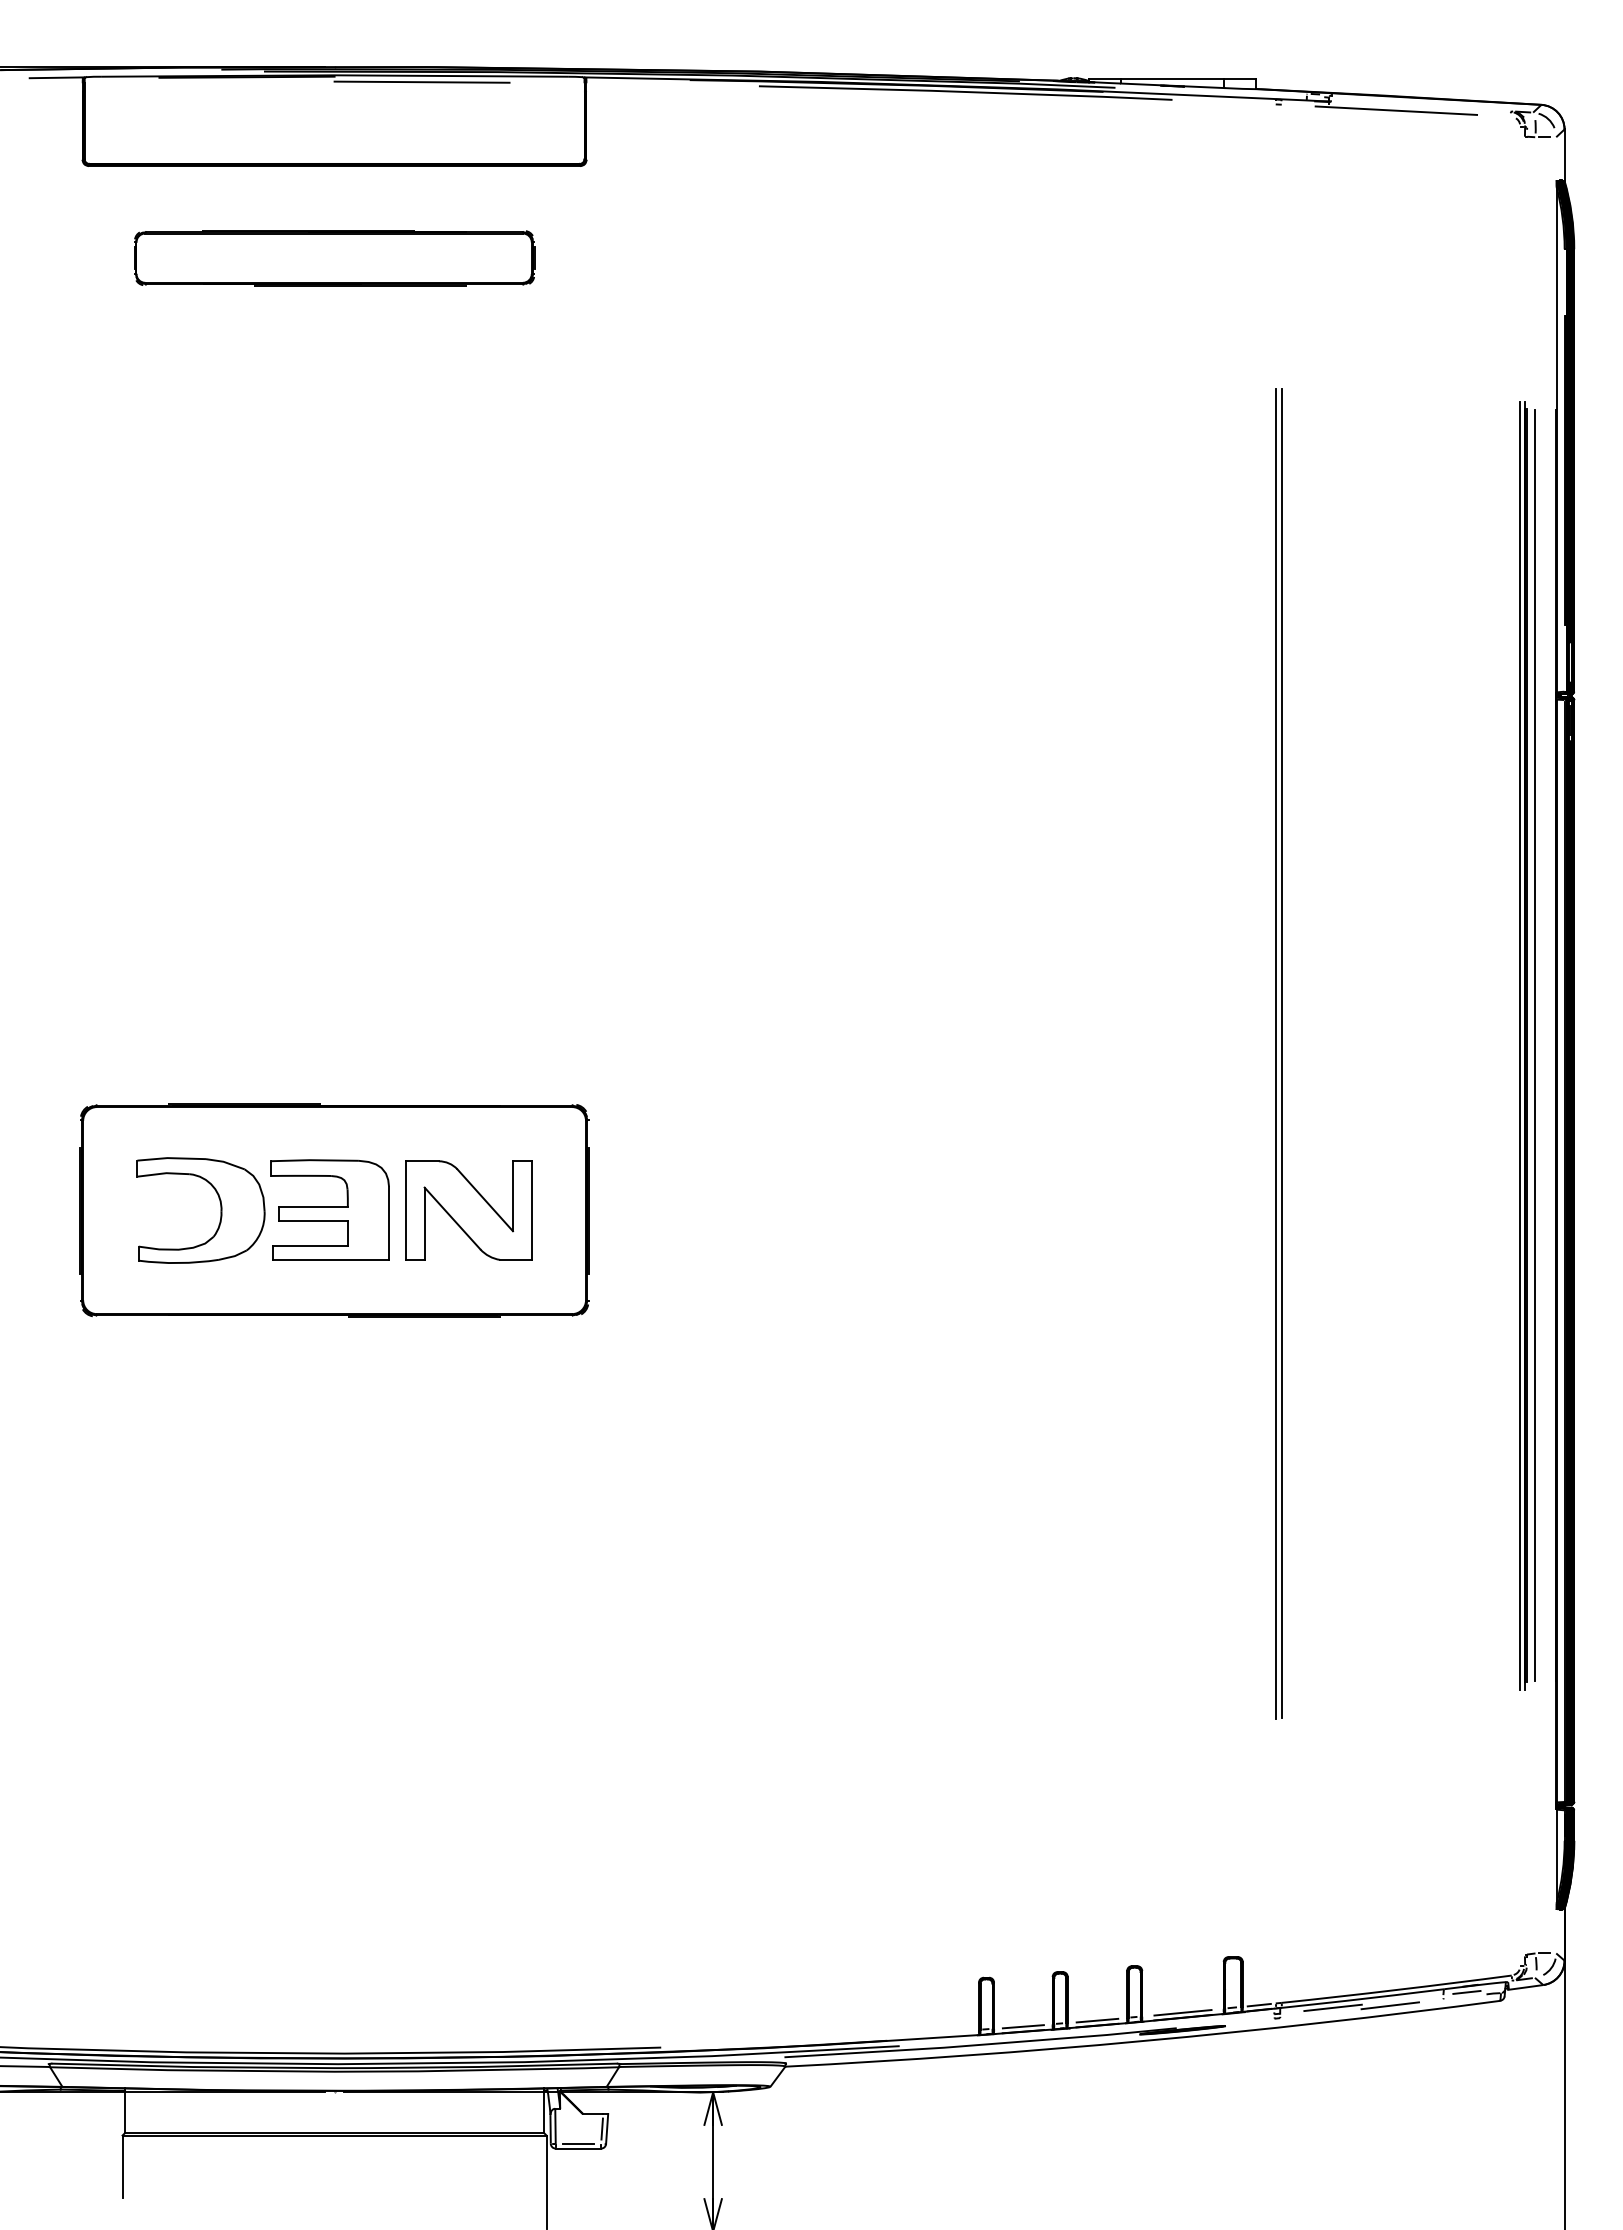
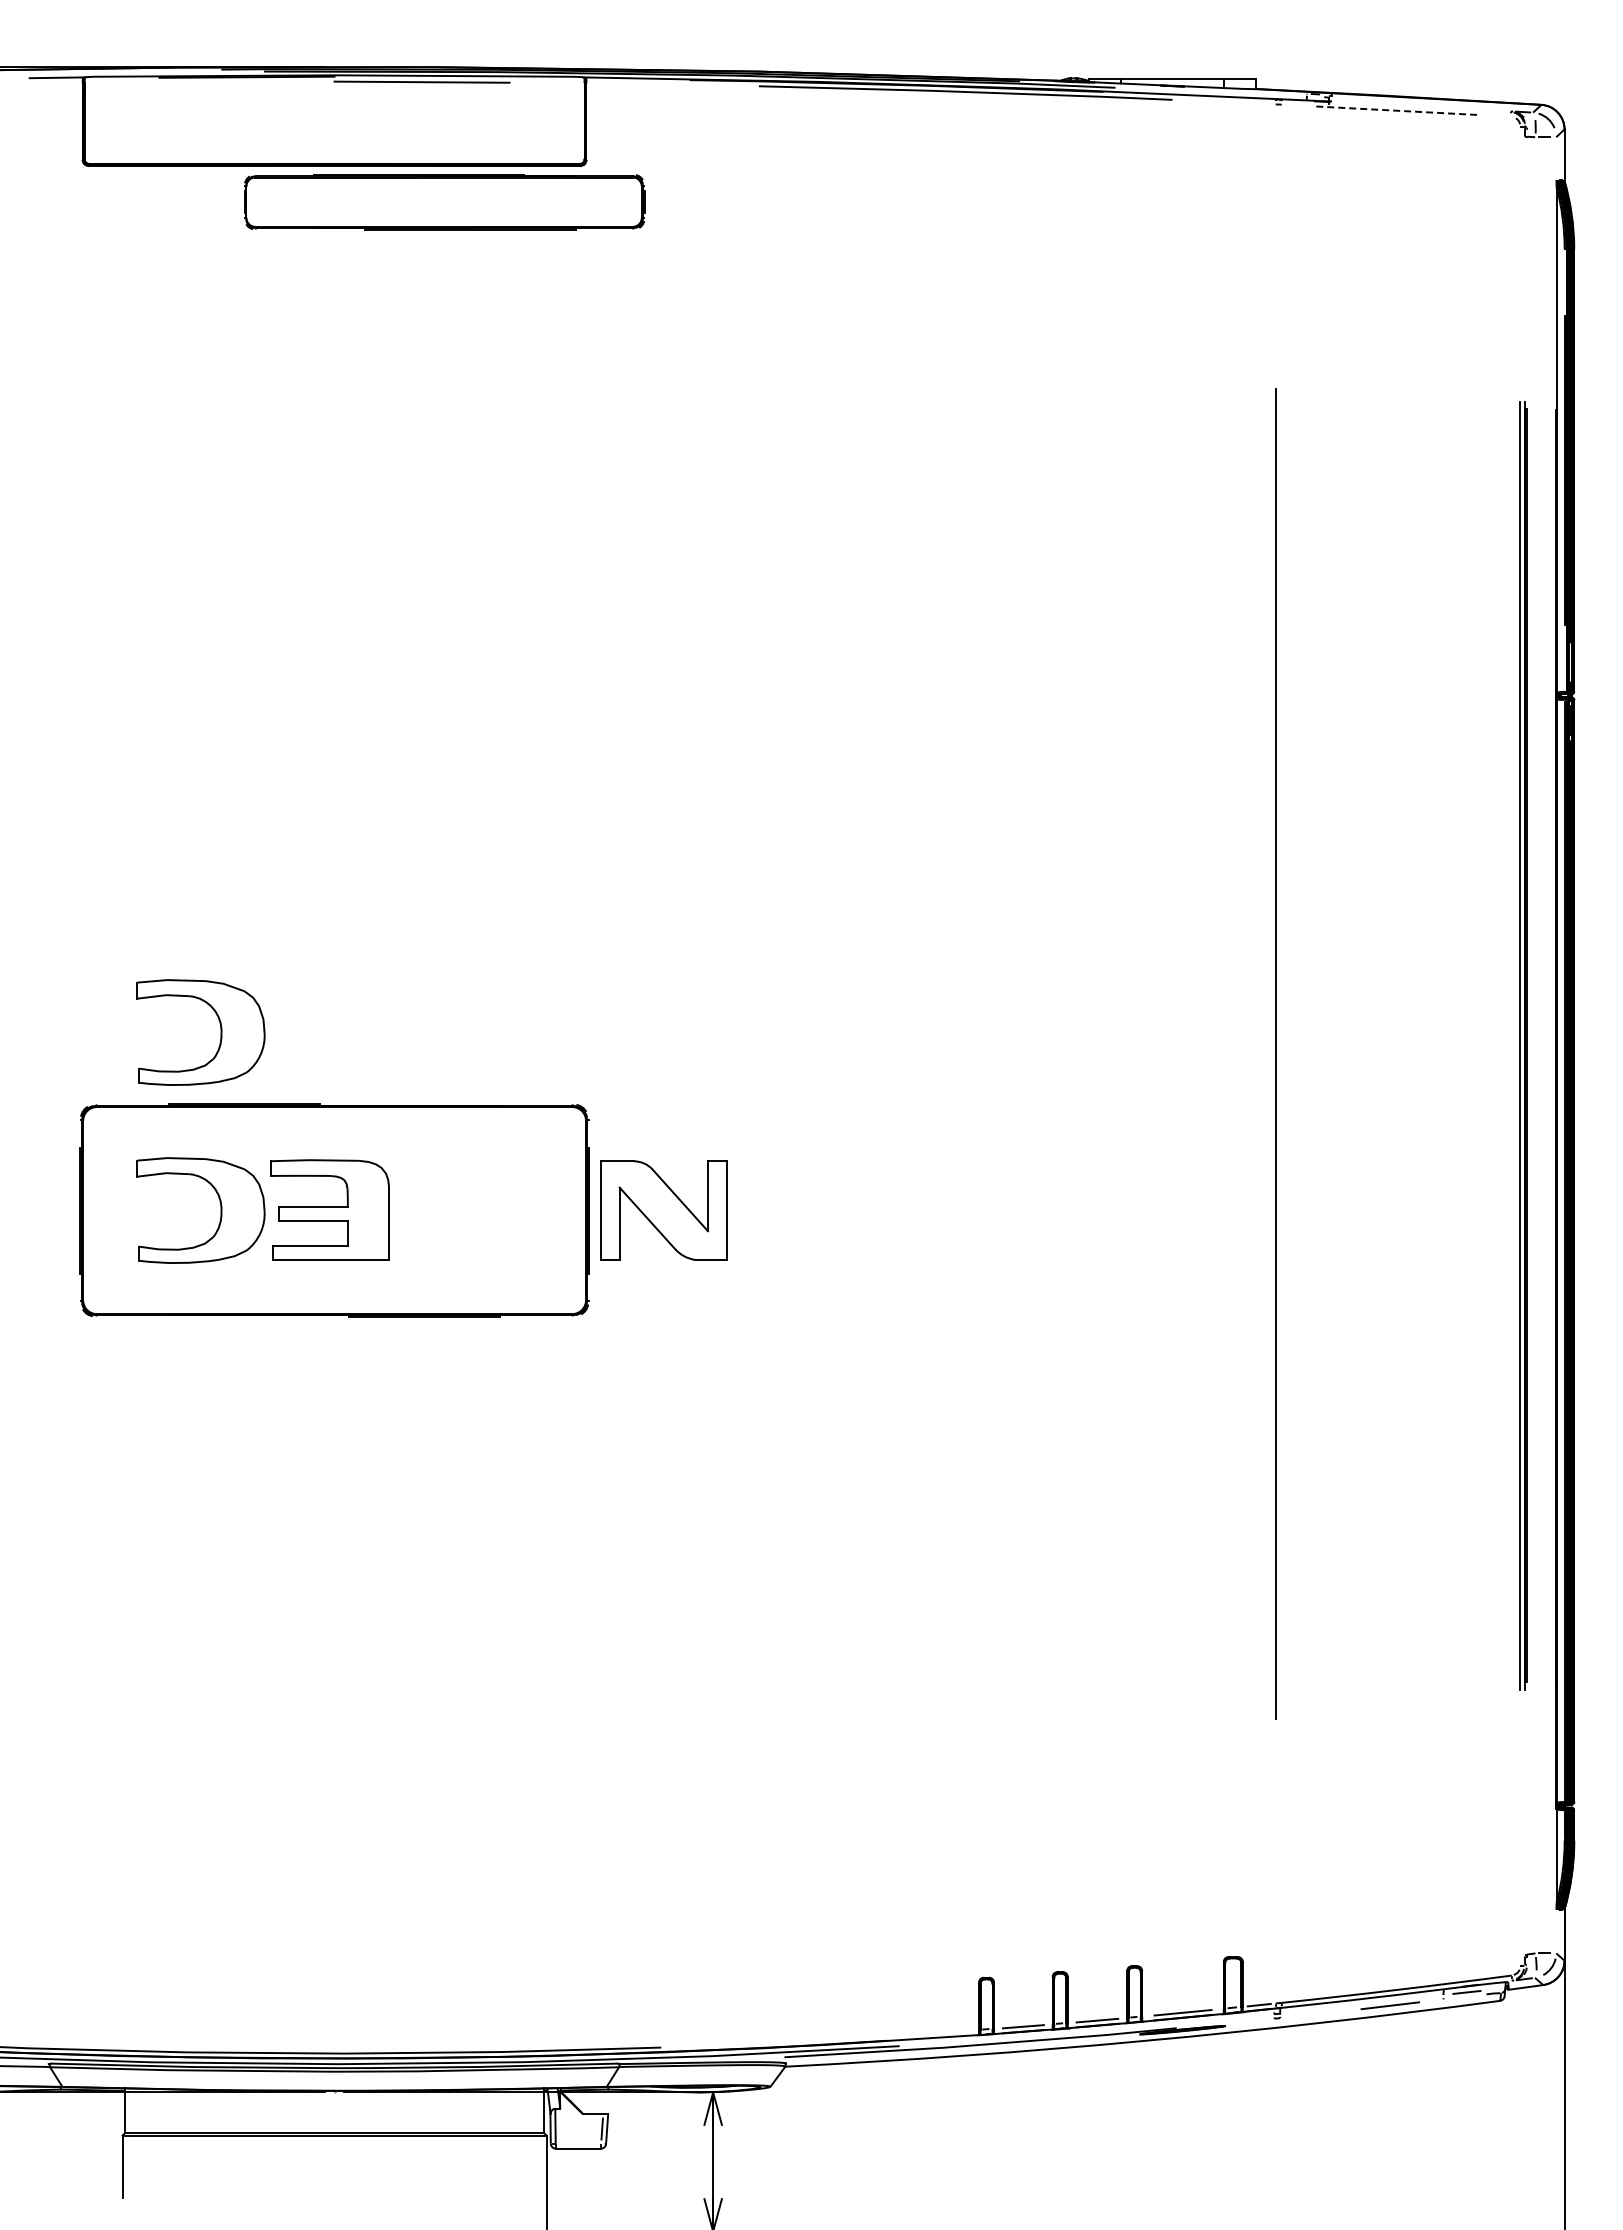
line at (1396, 110): solid -> dashed
part at (334, 258) position: (334, 258) -> (444, 202)
part at (220, 1032): none -> present
line at (1535, 1045): present -> none
line at (1281, 1053): present -> none
part at (468, 1210) position: (468, 1210) -> (663, 1210)
line at (1332, 2007): present -> none
line at (578, 2144): present -> none
